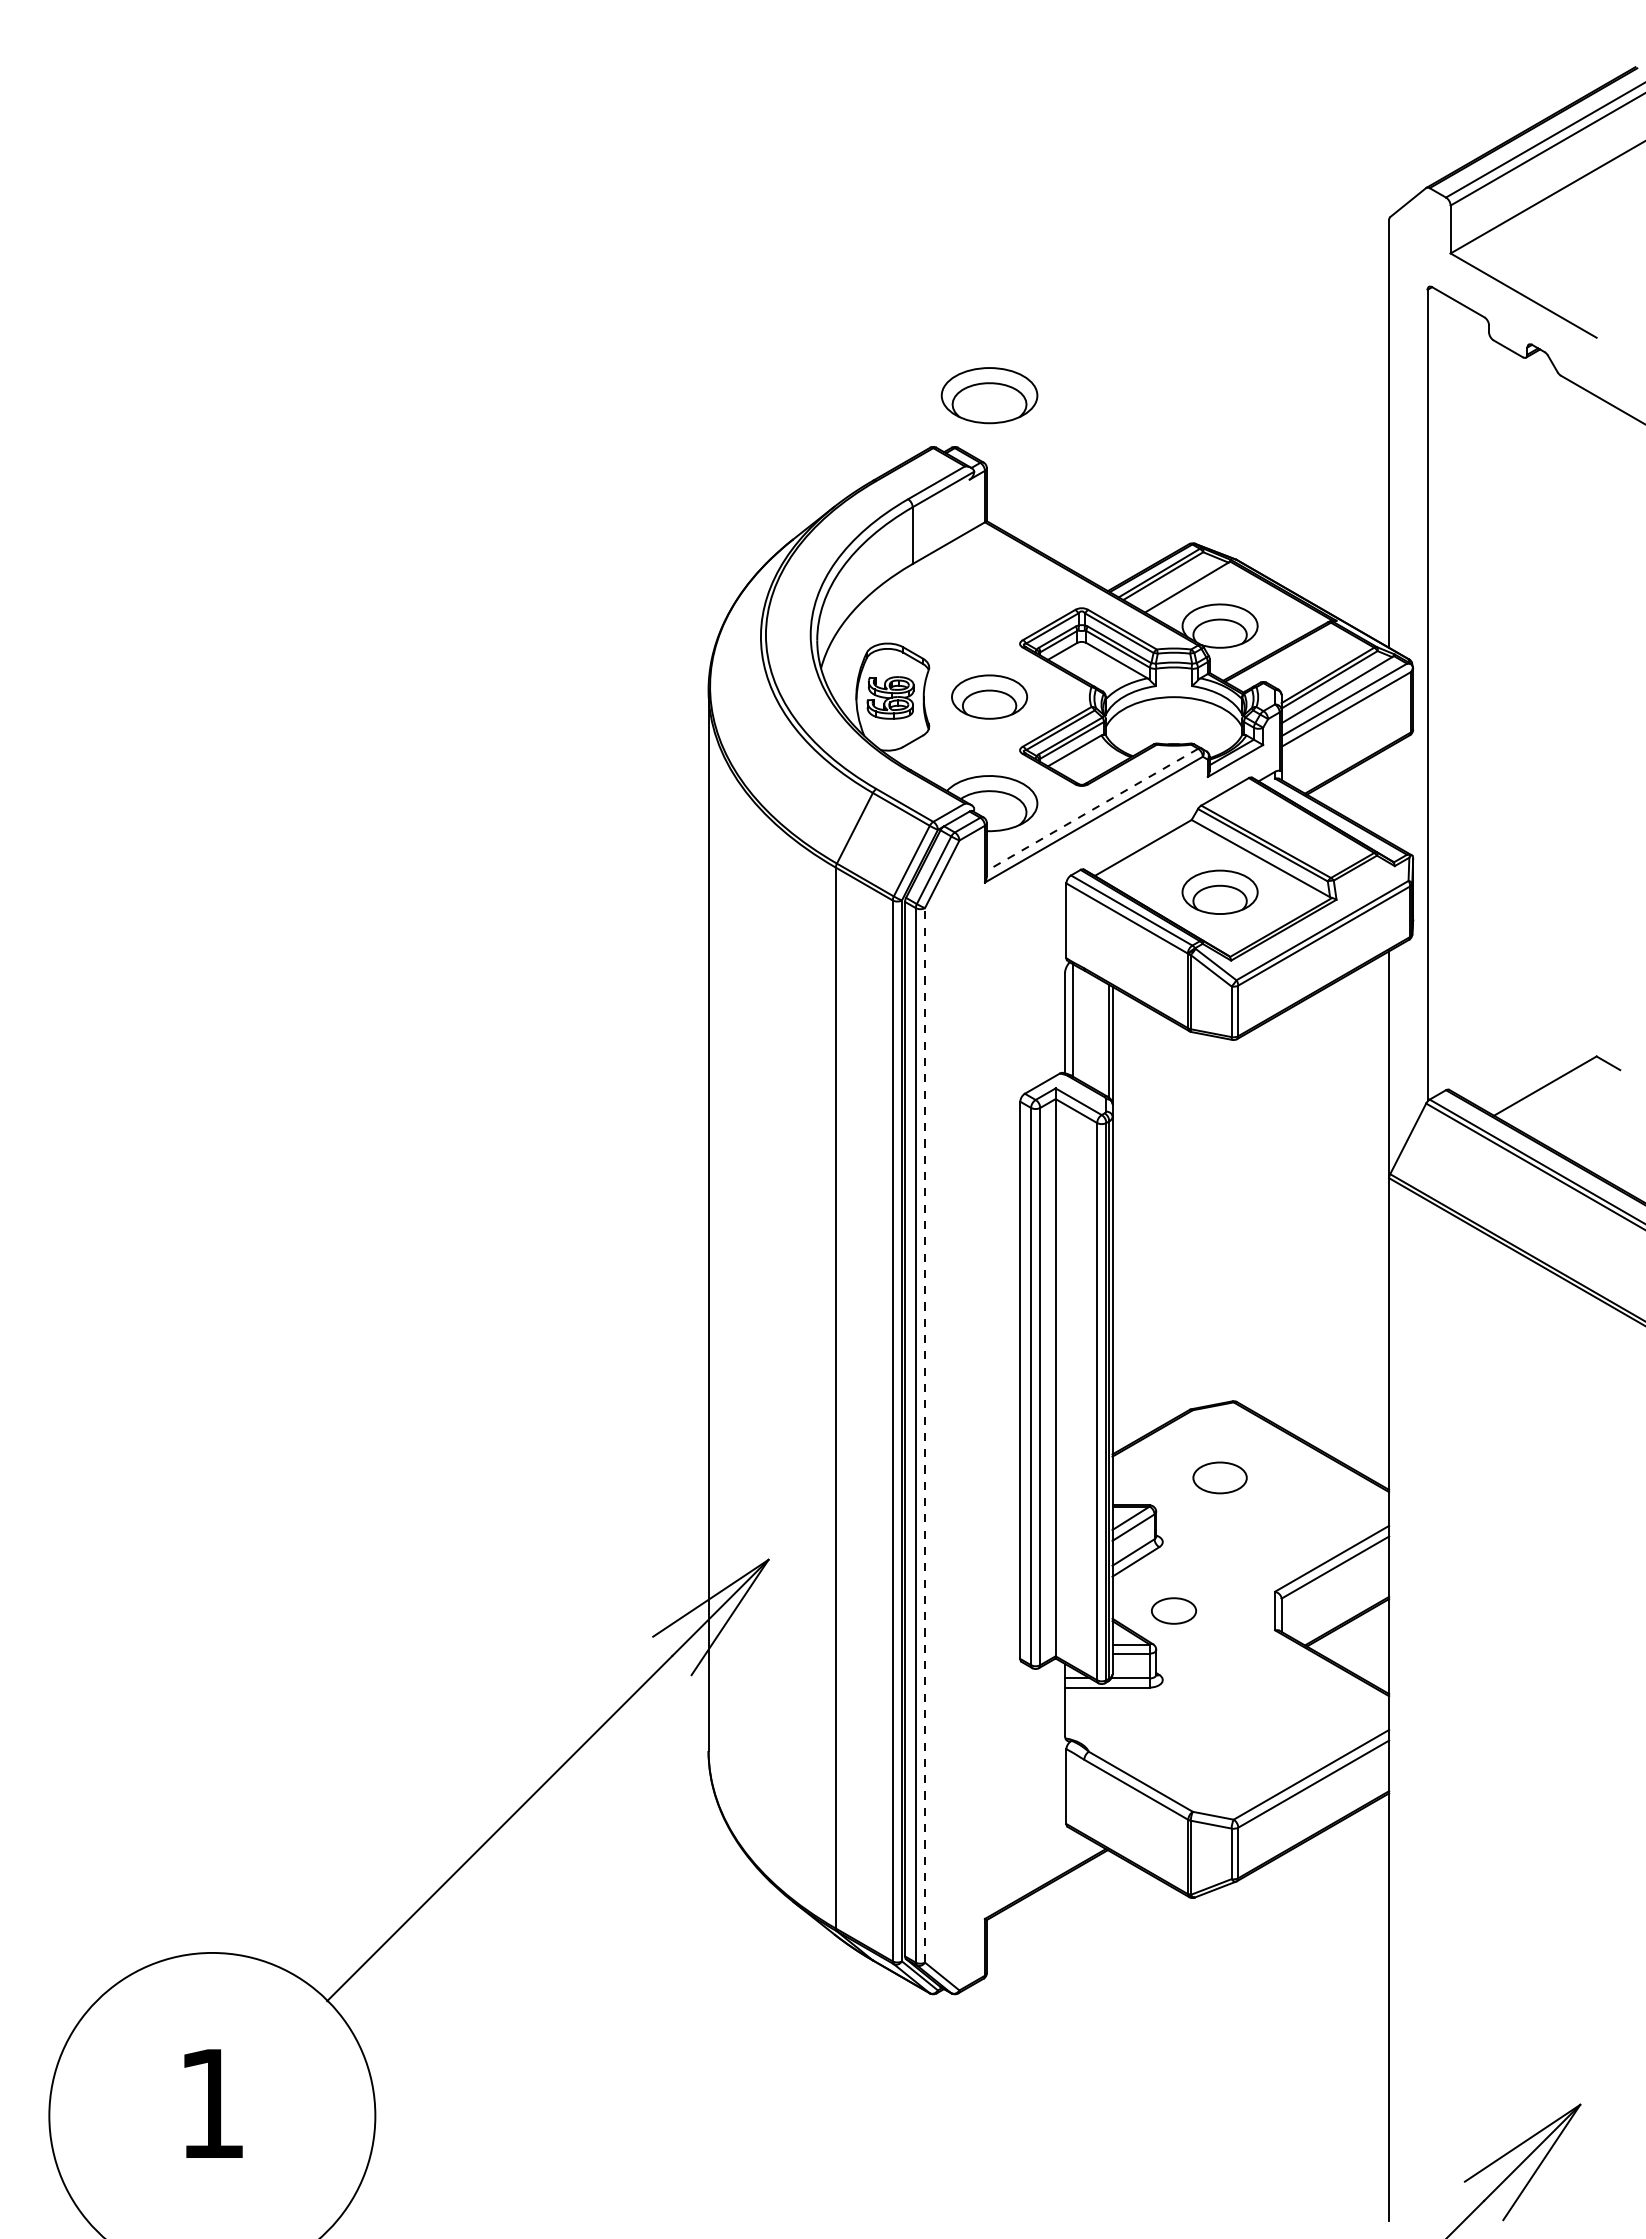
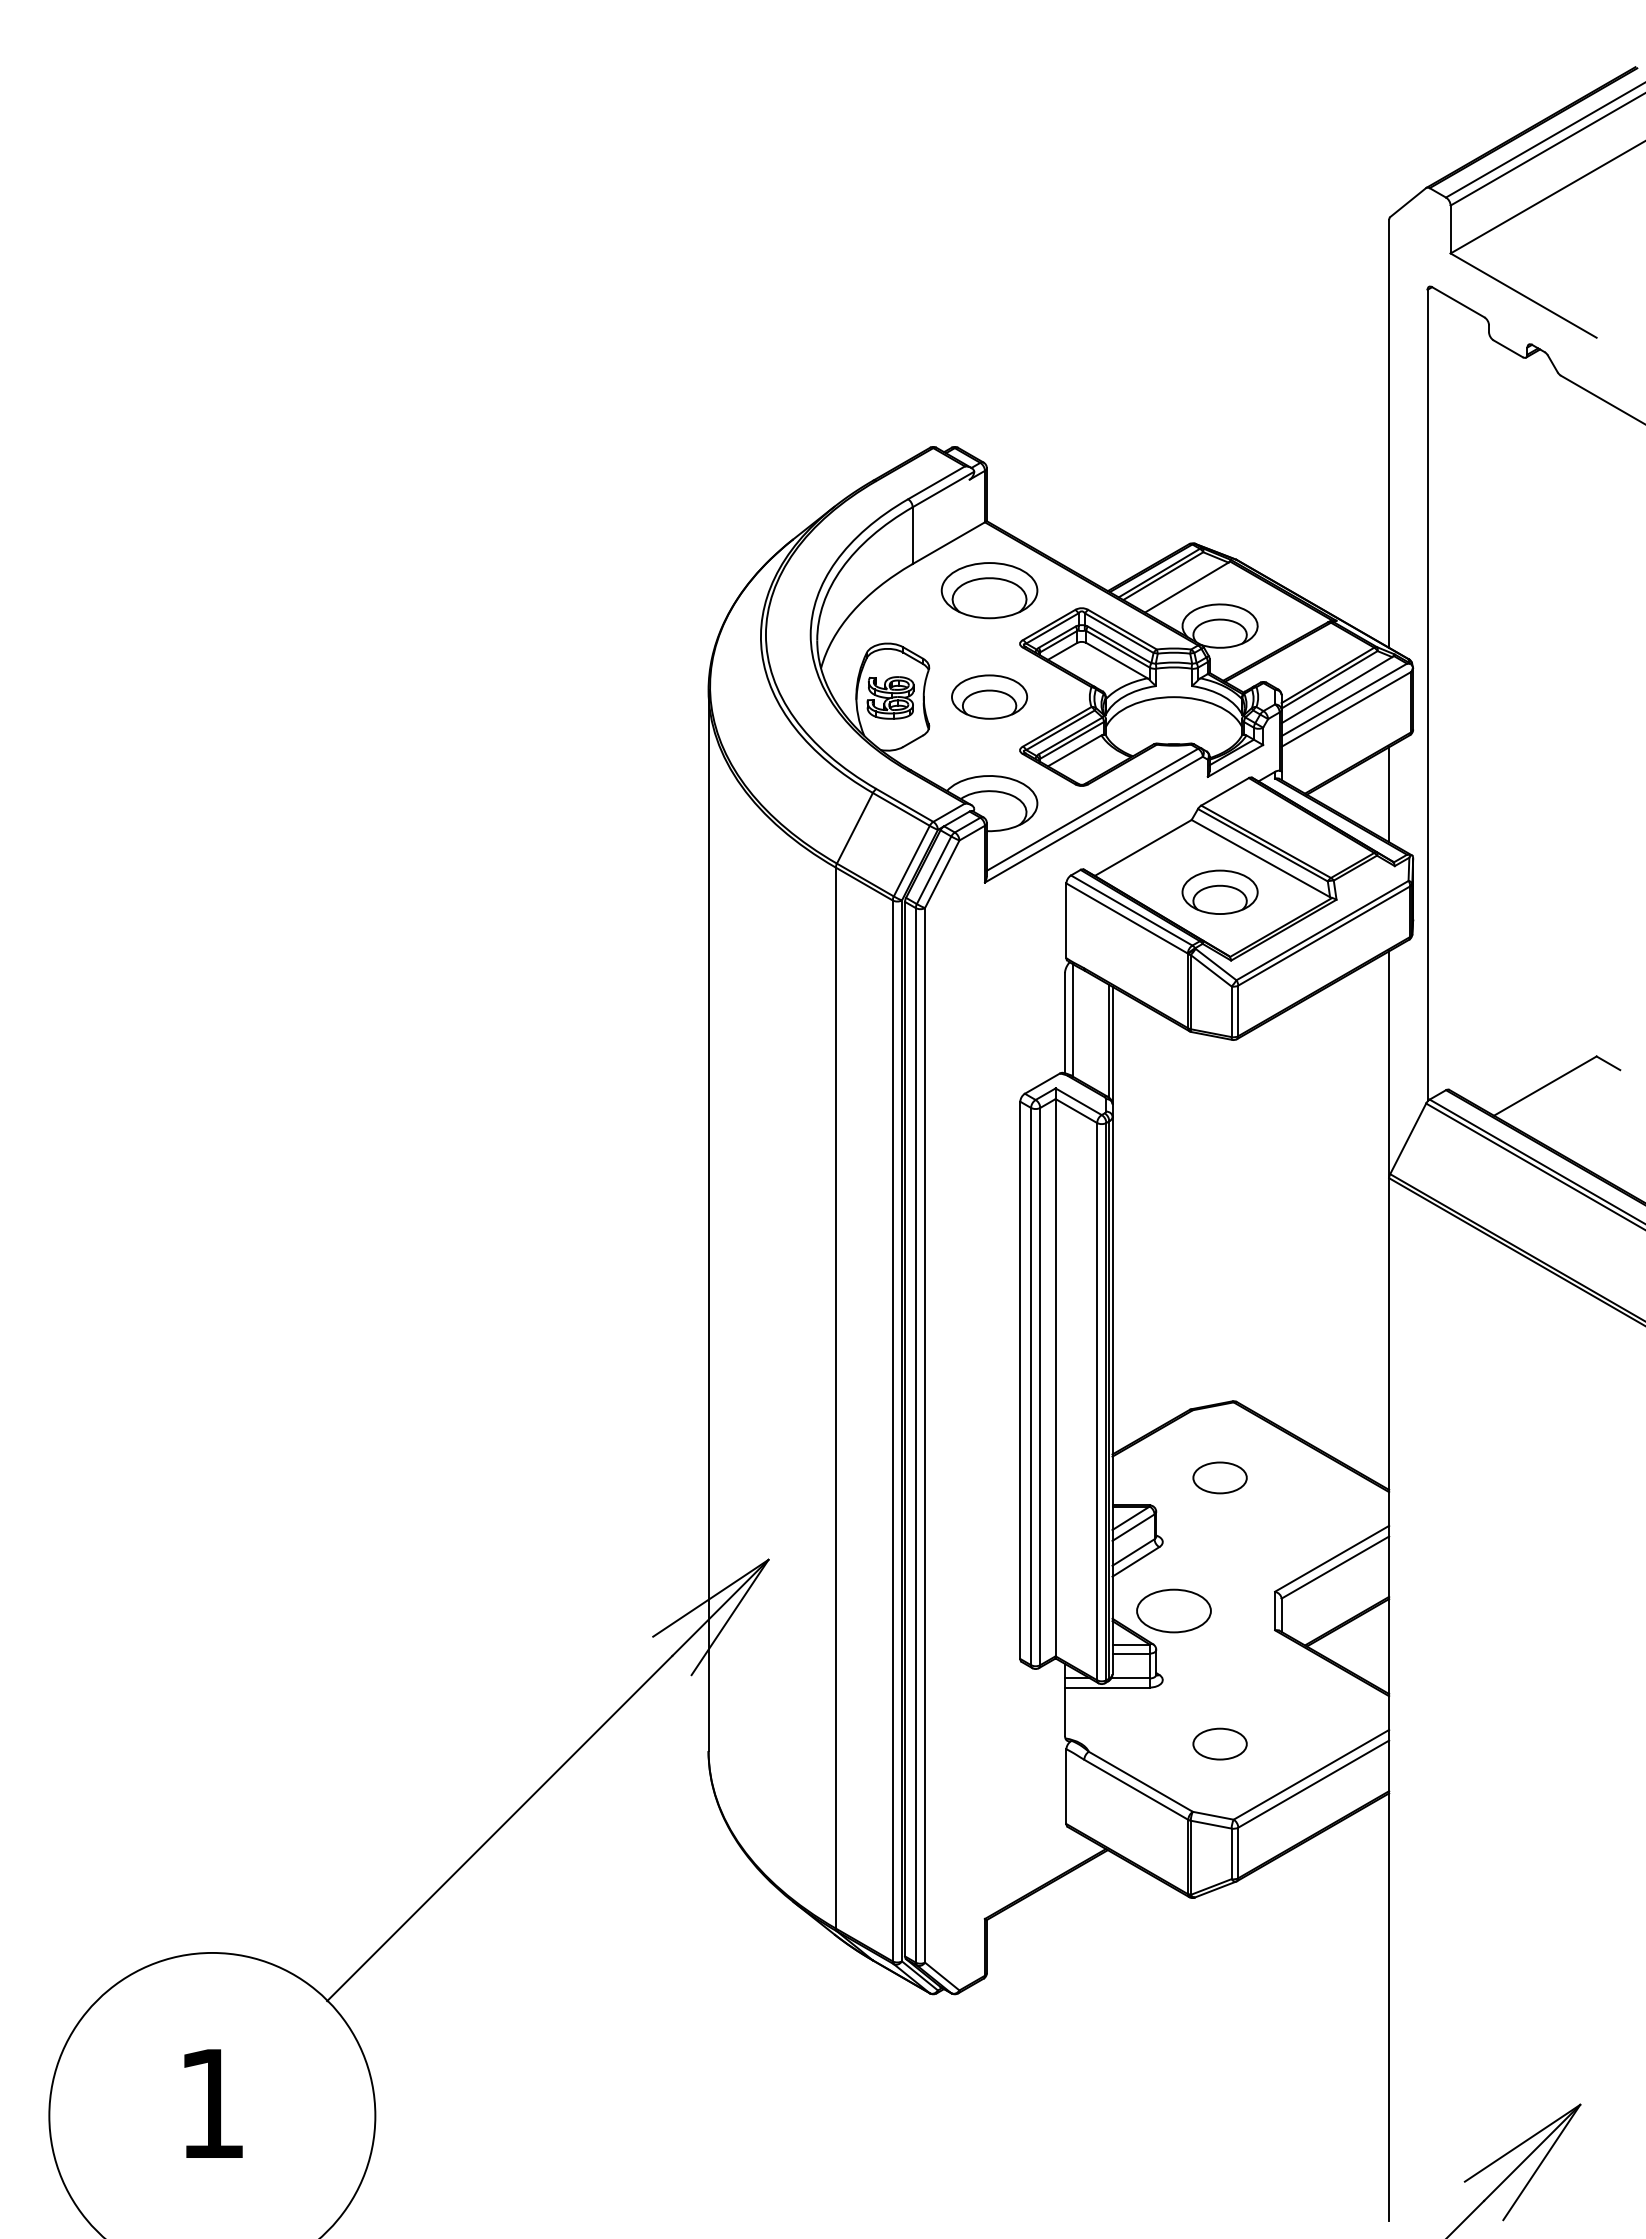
part at (989, 395) position: (989, 395) -> (989, 590)
line at (1389, 794): none -> present
line at (1092, 810): dashed -> solid
line at (925, 1434): dashed -> solid
part at (1173, 1610) size: 46x28 px -> 76x46 px
part at (1219, 1743): none -> present
